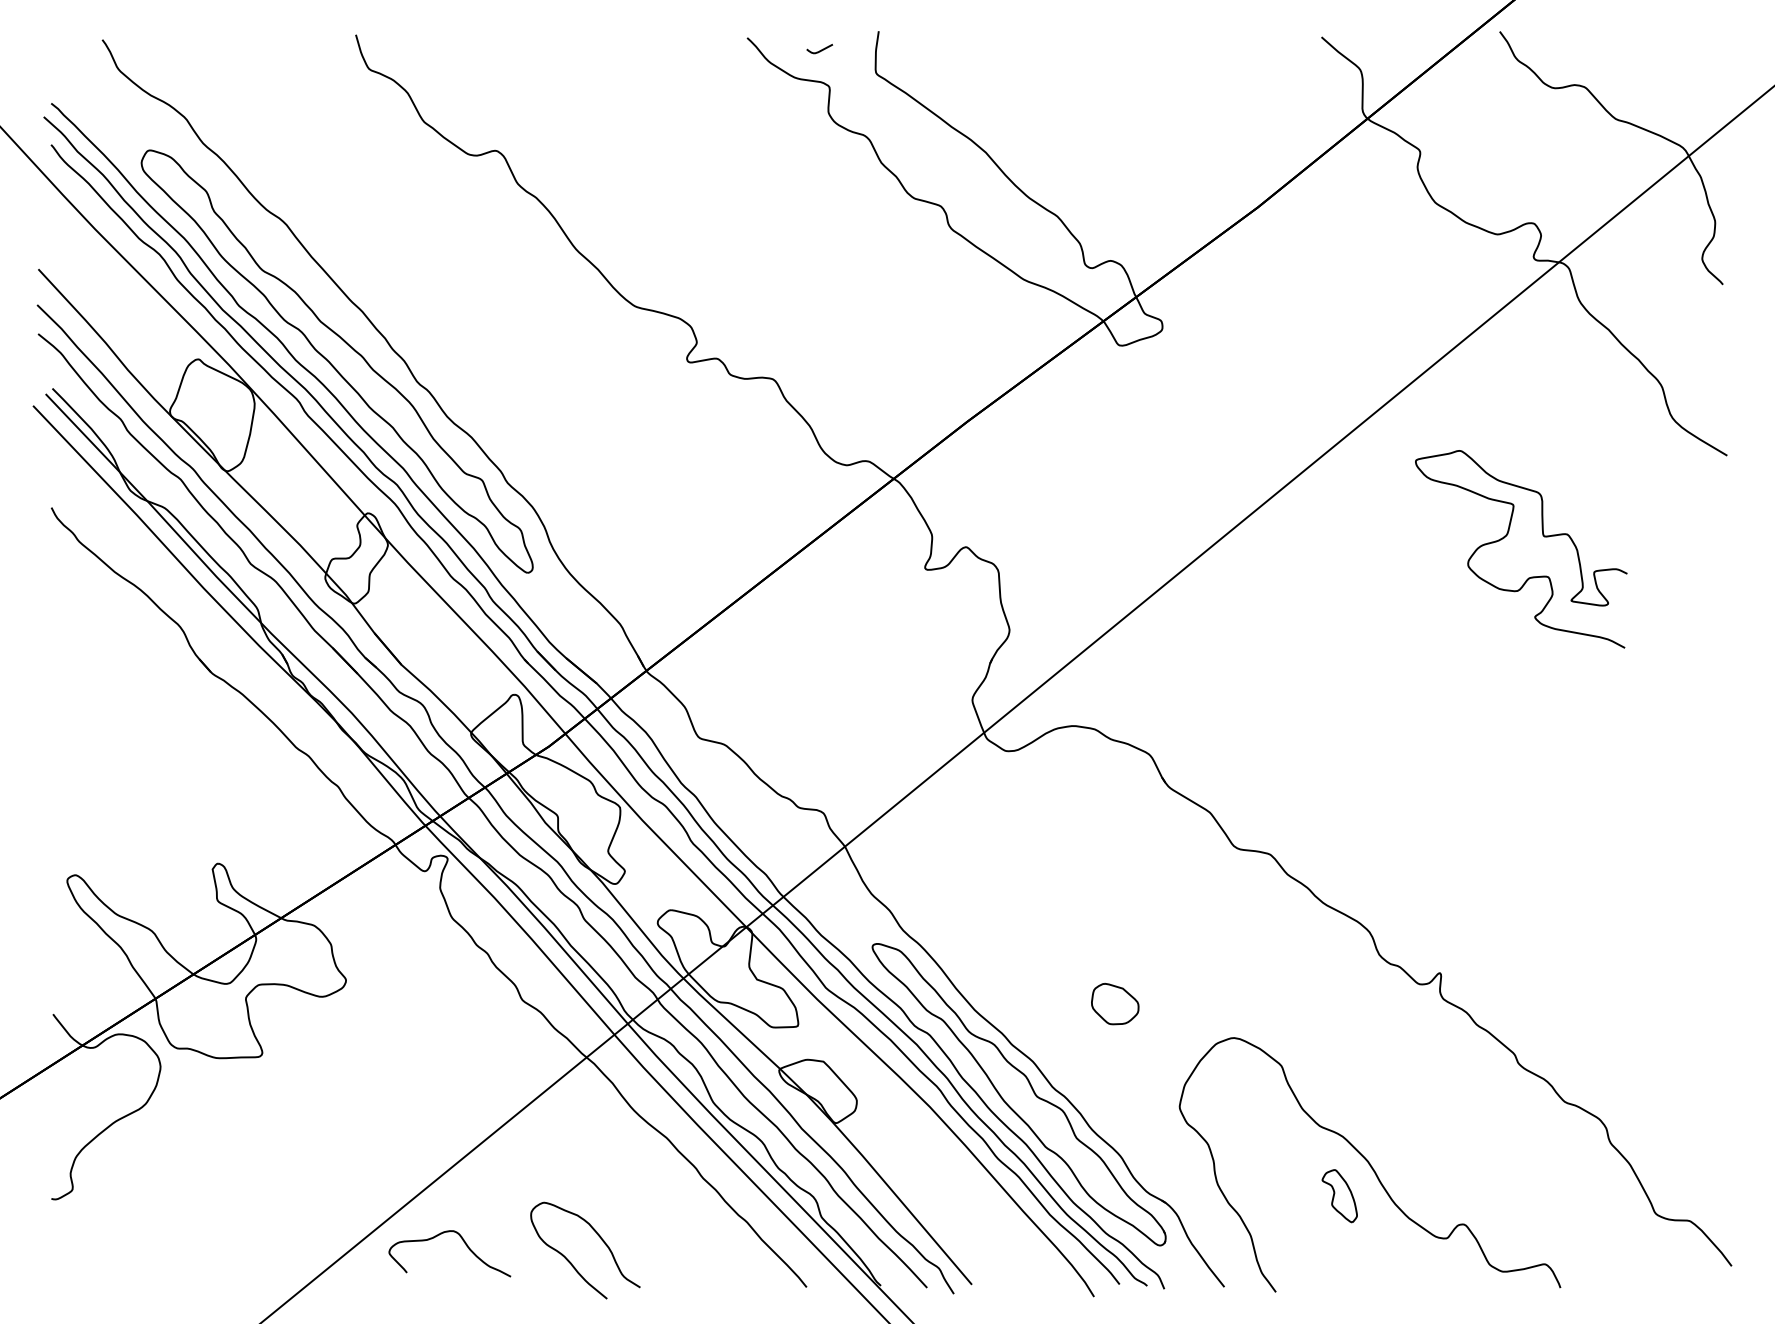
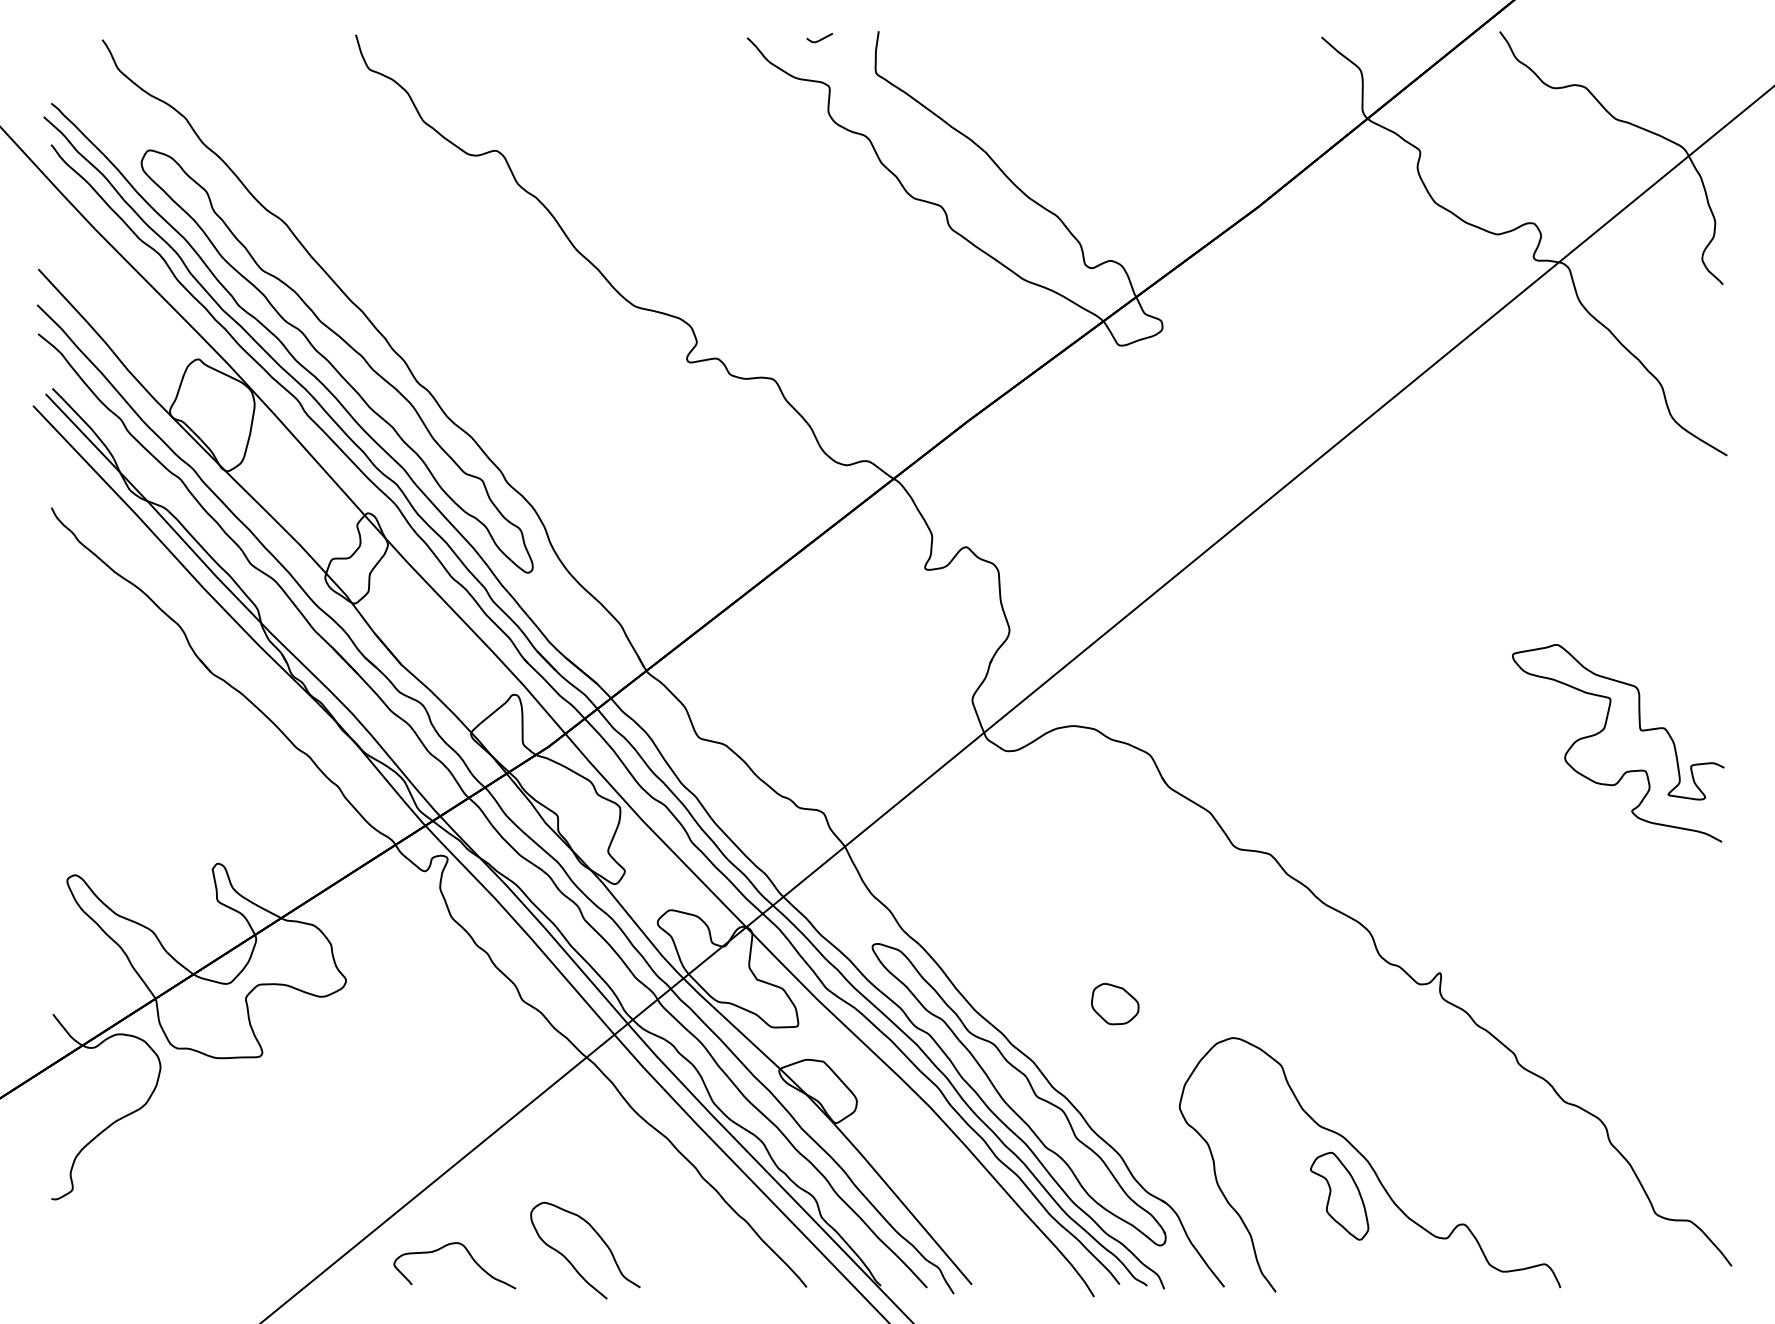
curve at (819, 50) position: (819, 50) -> (819, 39)
curve at (1507, 535) position: (1507, 535) -> (1604, 729)
part at (1339, 1196) size: 37x55 px -> 60x90 px
curve at (463, 1242) position: (463, 1242) -> (468, 1254)
